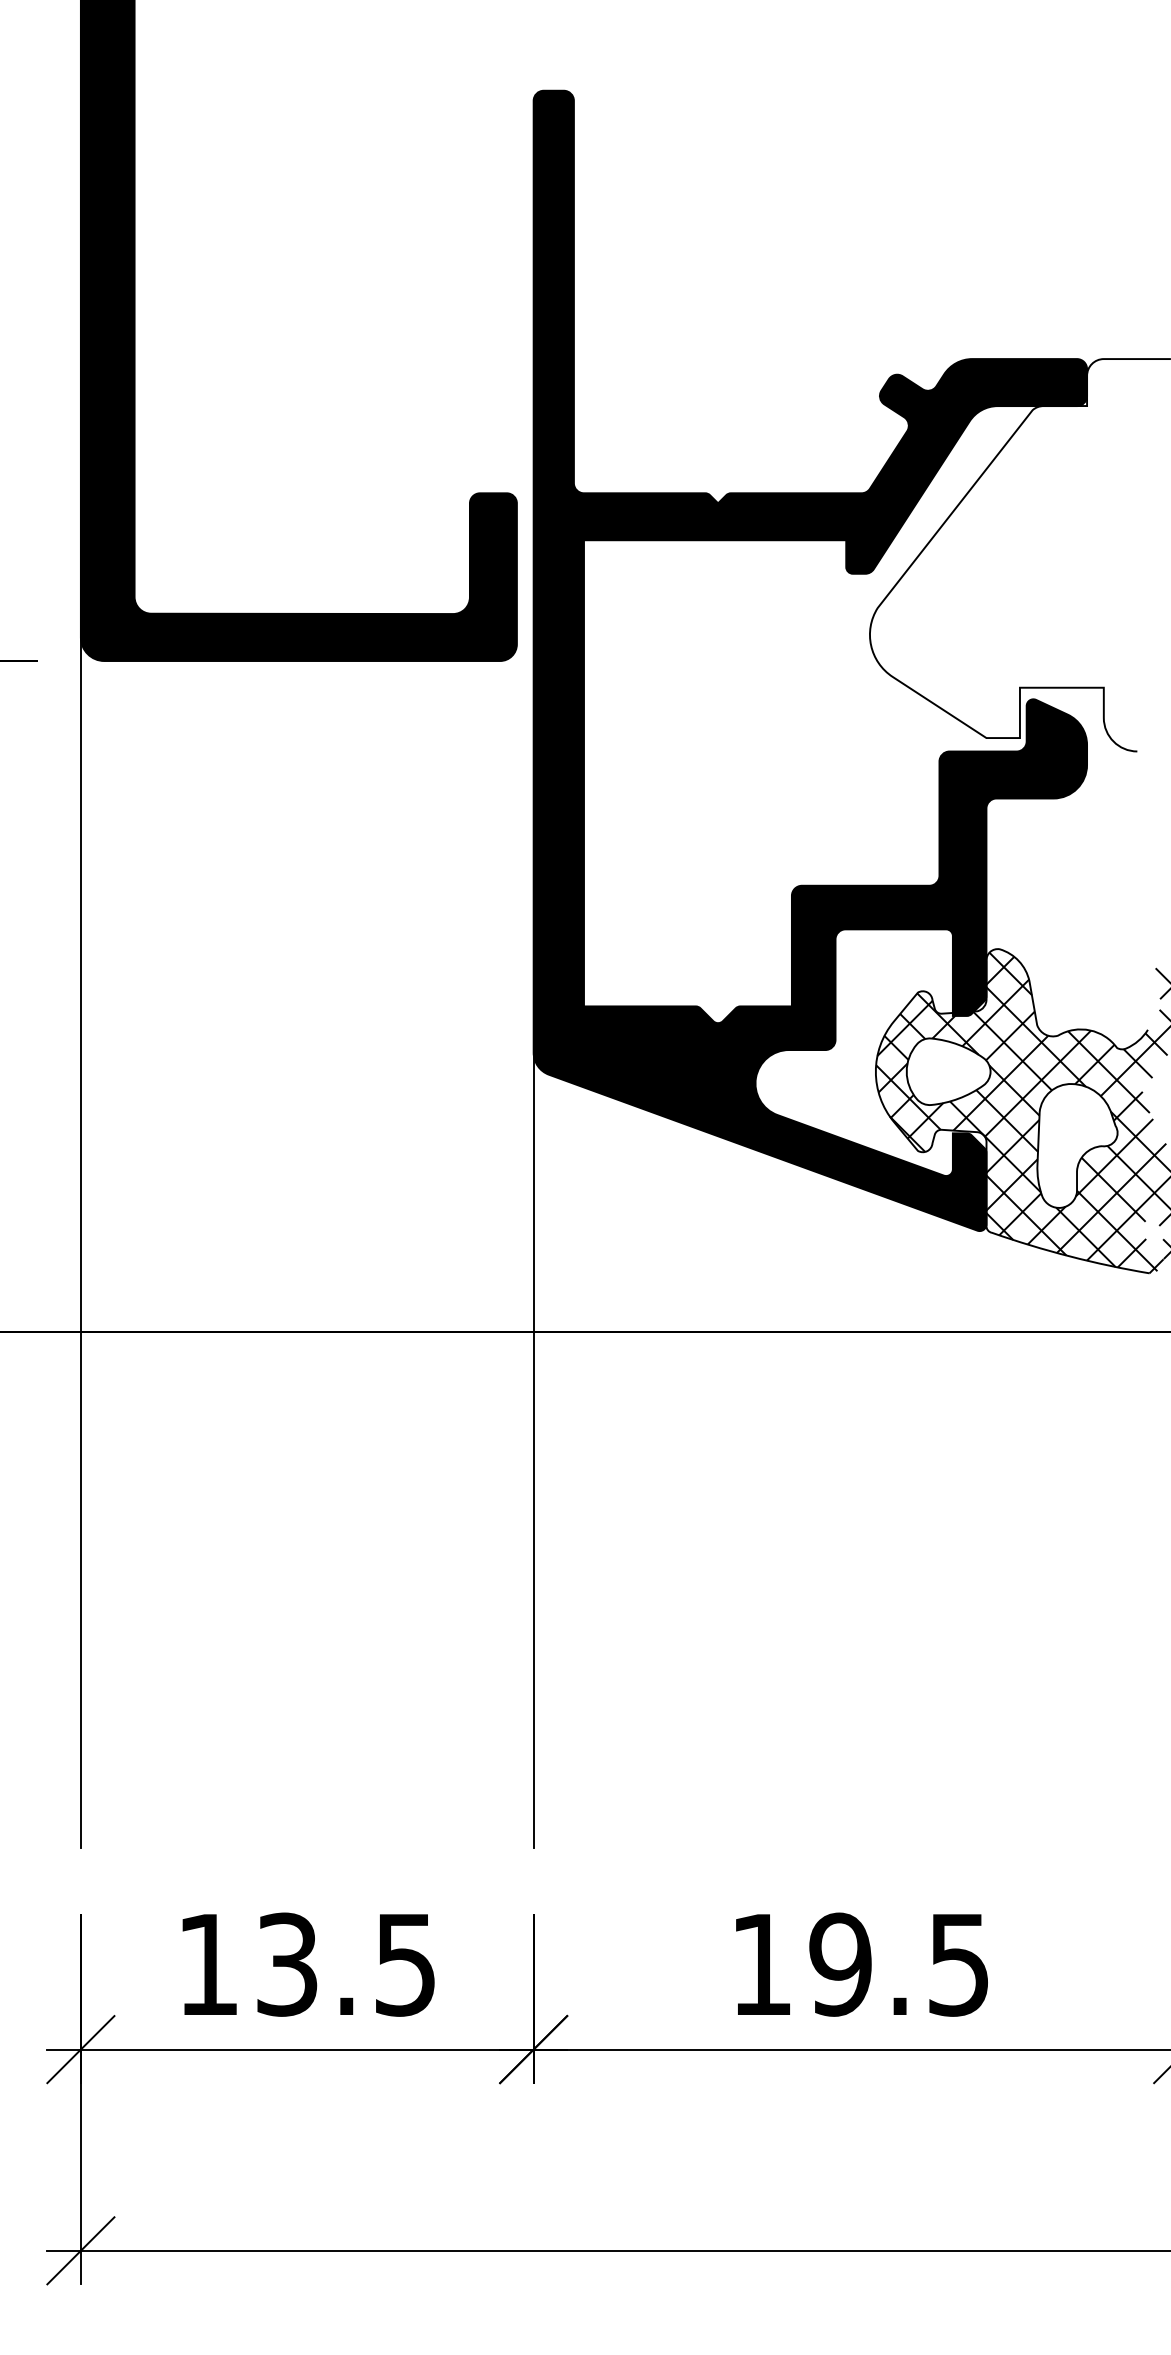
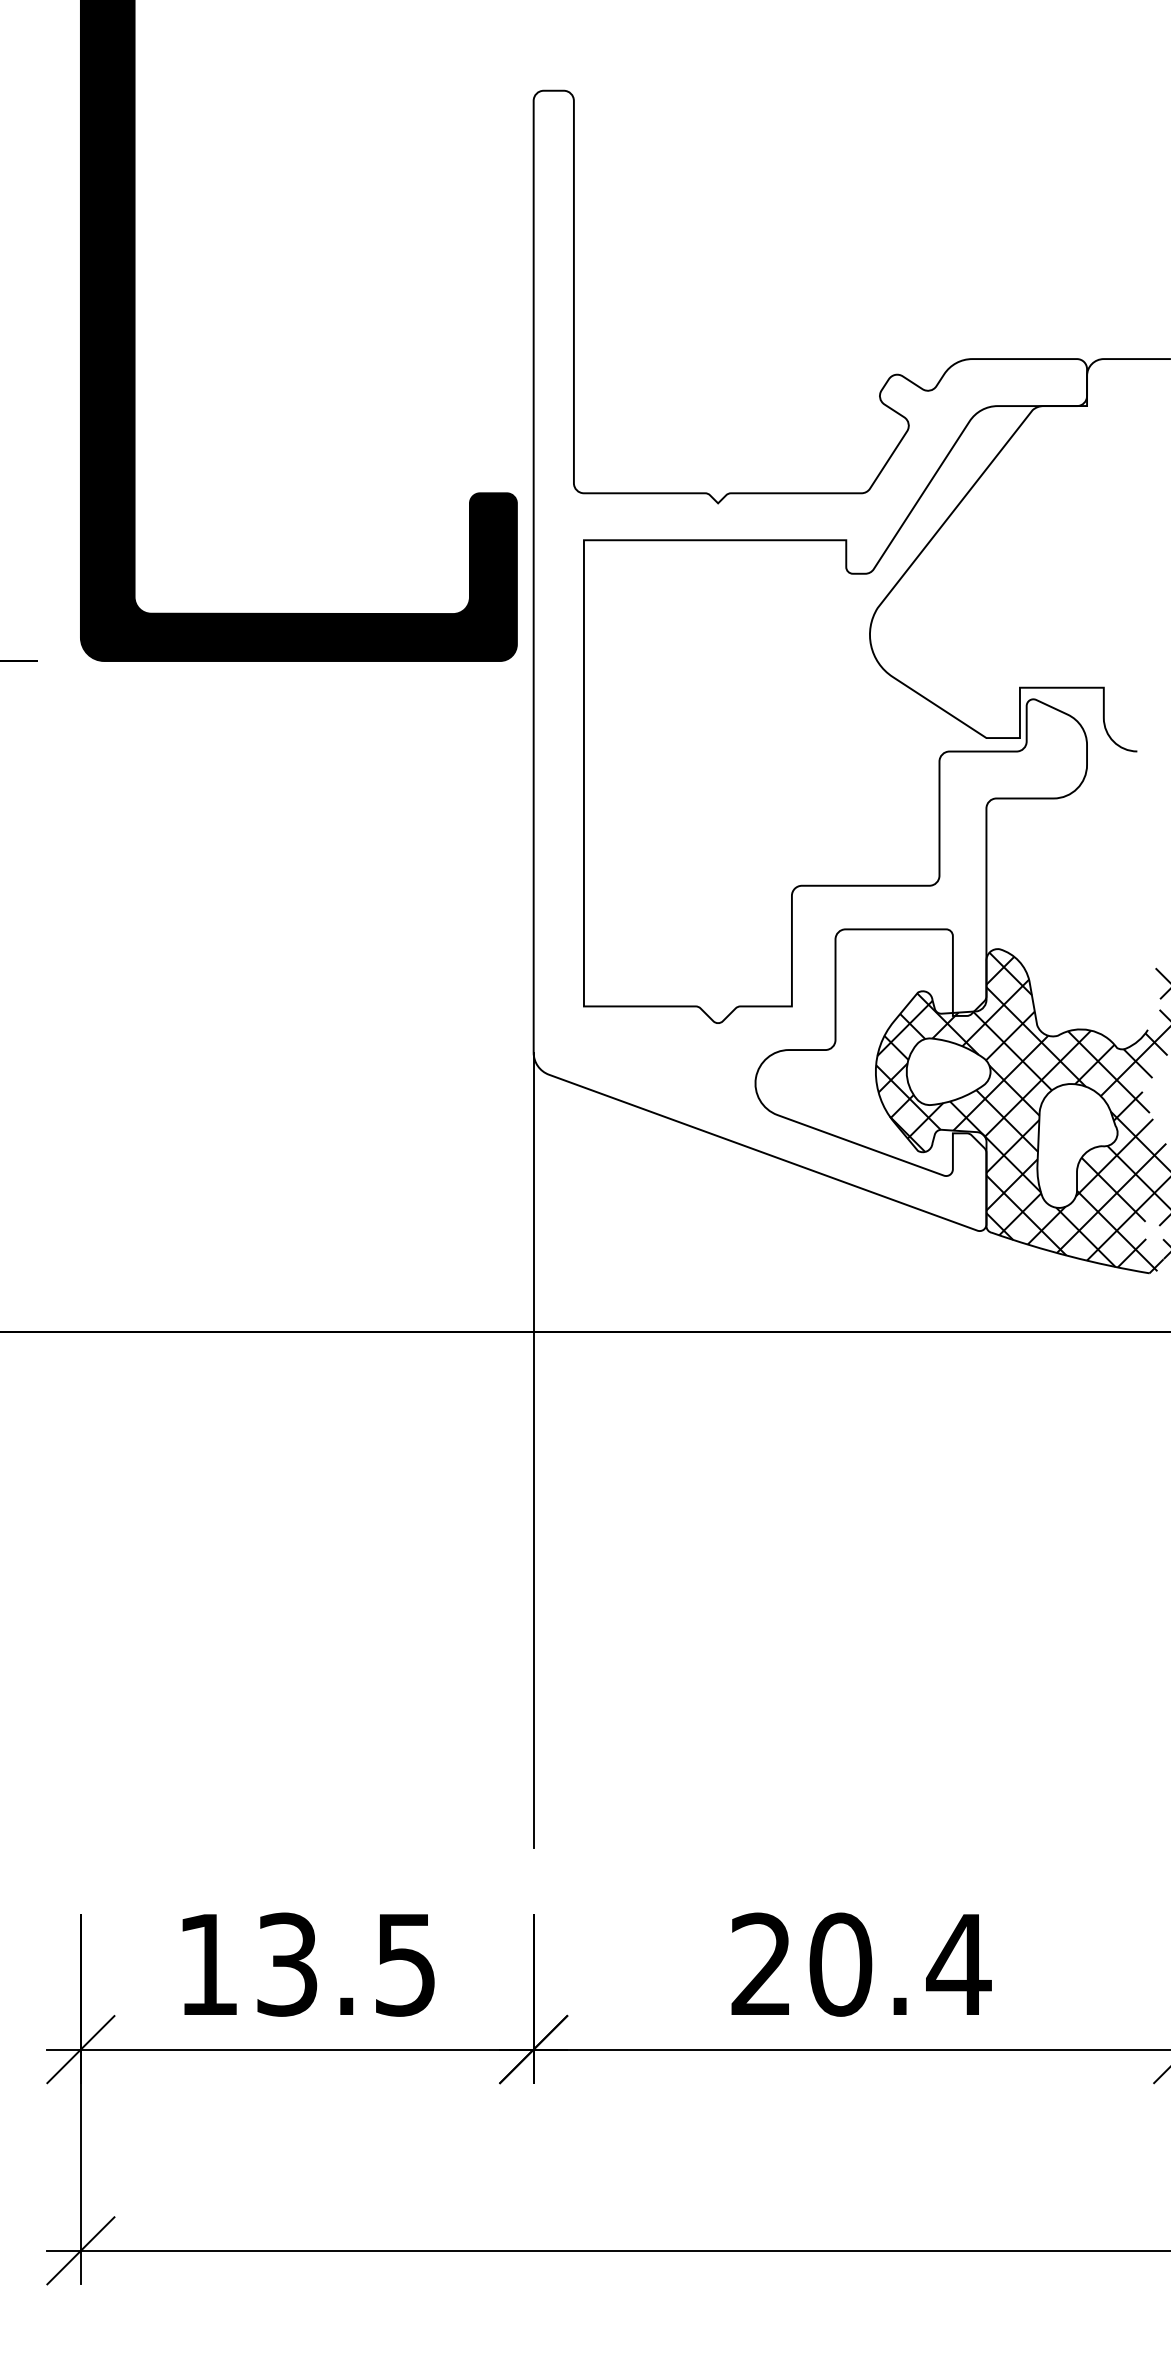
fill at (810, 660): present -> none
line at (80, 1242): present -> none
text at (861, 1964): 19.5 -> 20.4
